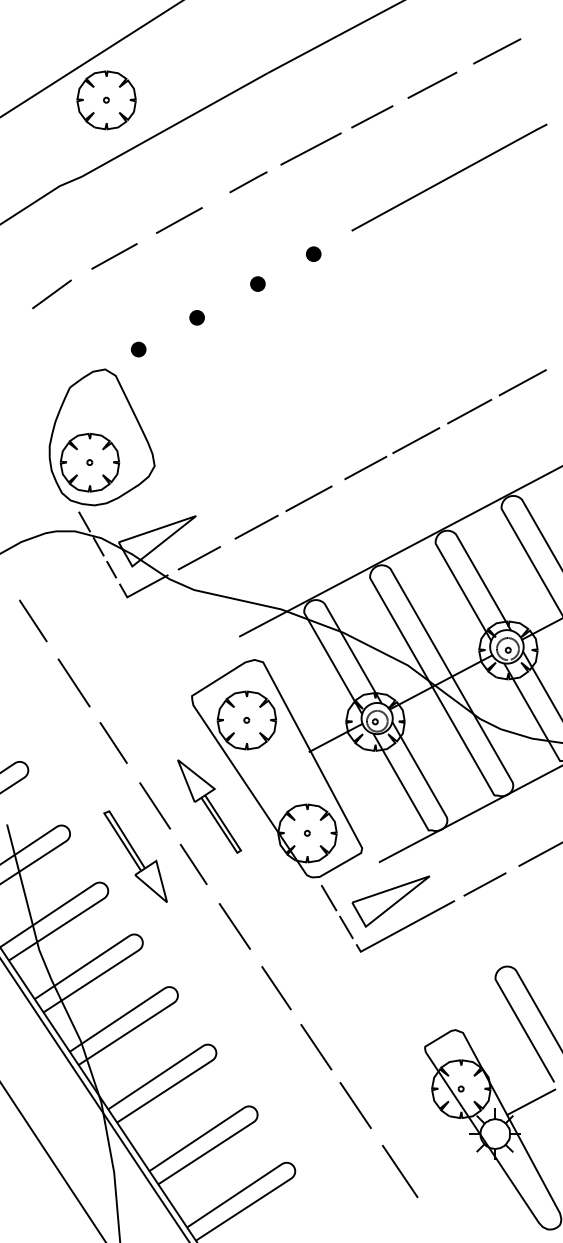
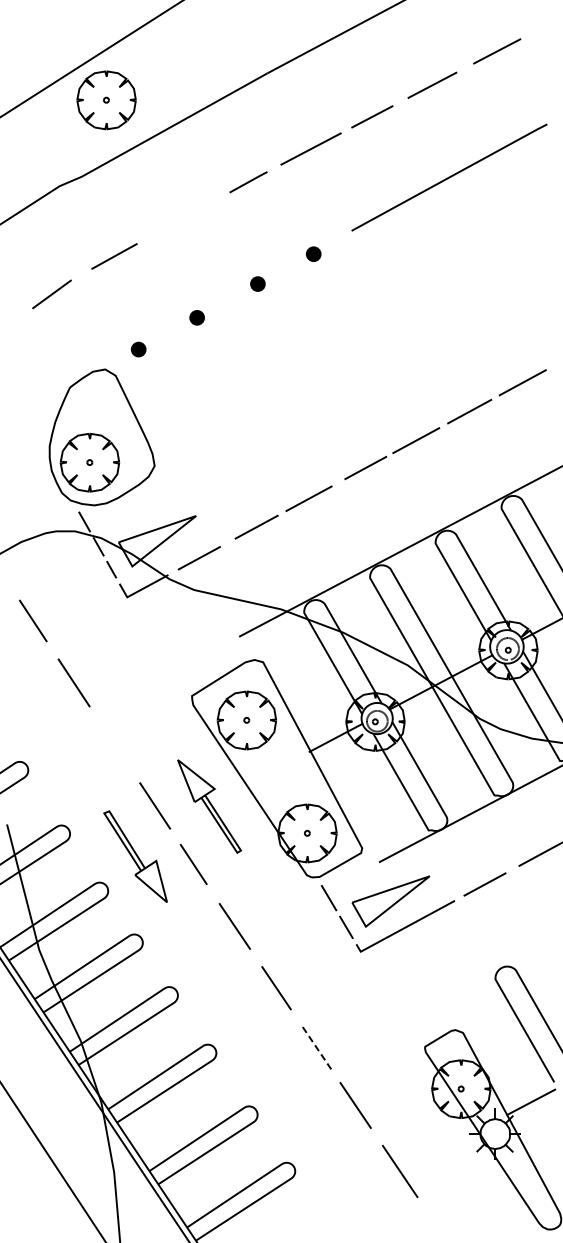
line at (178, 220): present -> none
line at (113, 742): present -> none
line at (316, 1047): solid -> dashed
